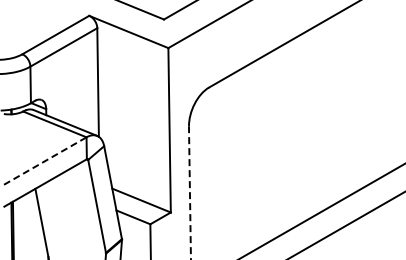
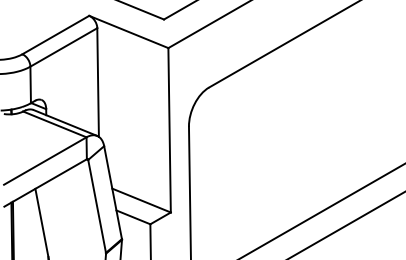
line at (45, 161): dashed -> solid
line at (189, 192): dashed -> solid
